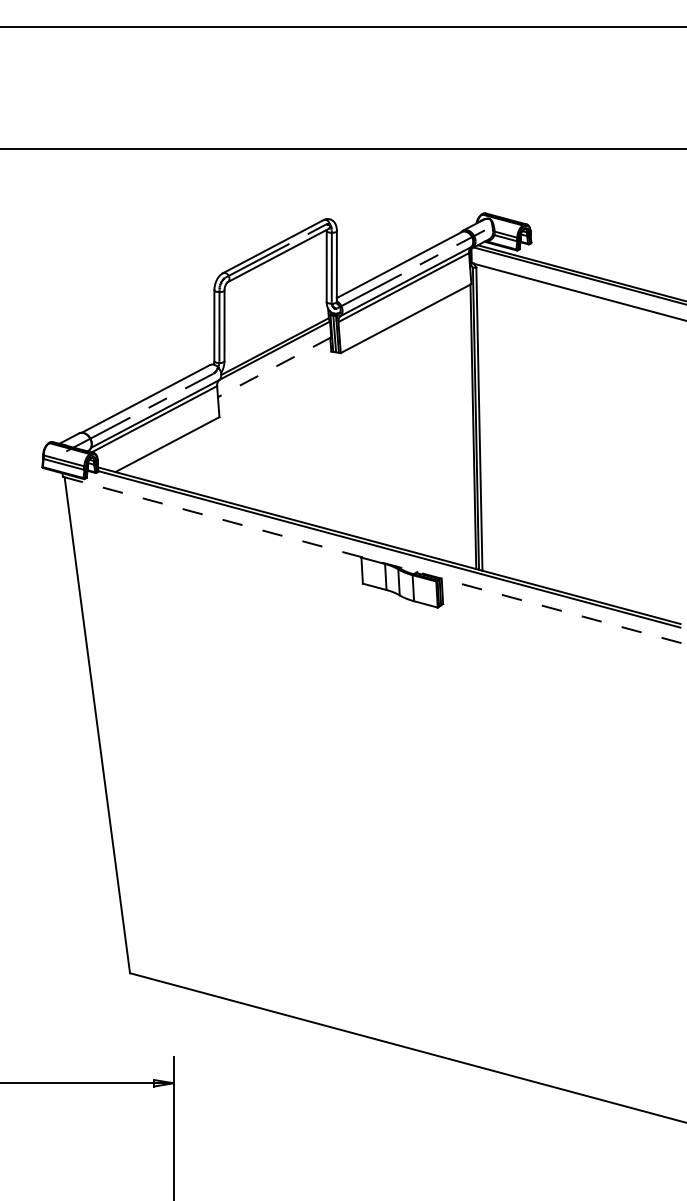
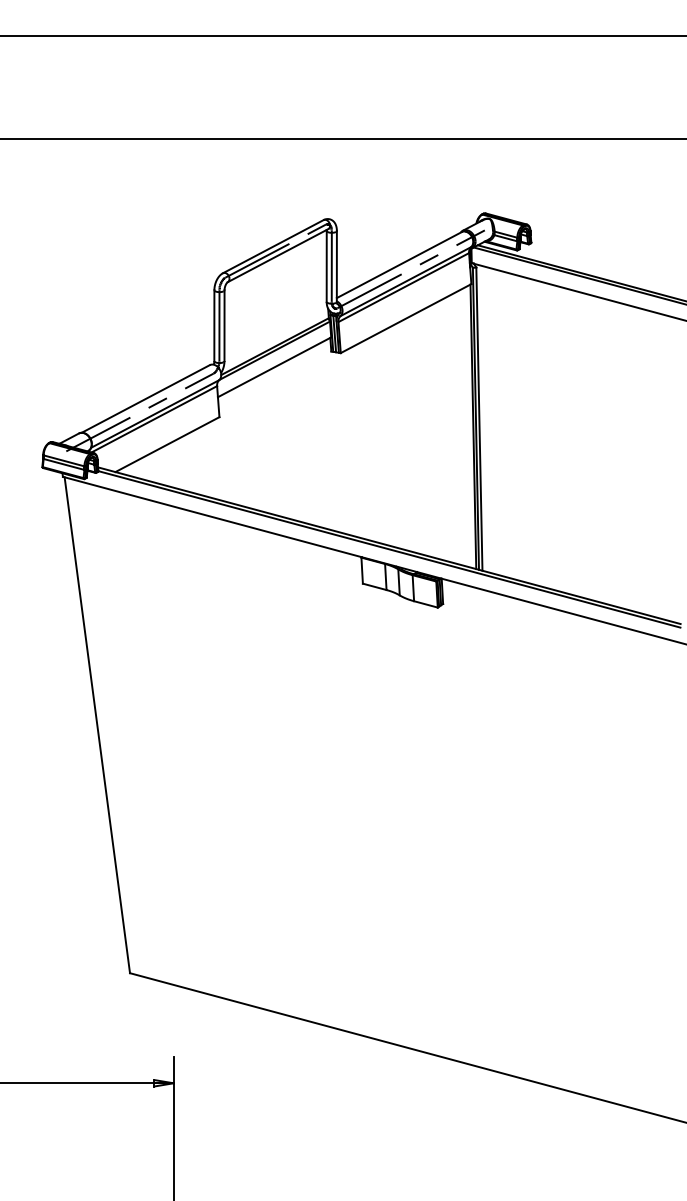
line at (342, 27) position: (342, 27) -> (342, 36)
line at (342, 149) position: (342, 149) -> (342, 139)
line at (274, 367): dashed -> solid
line at (374, 560): dashed -> solid
